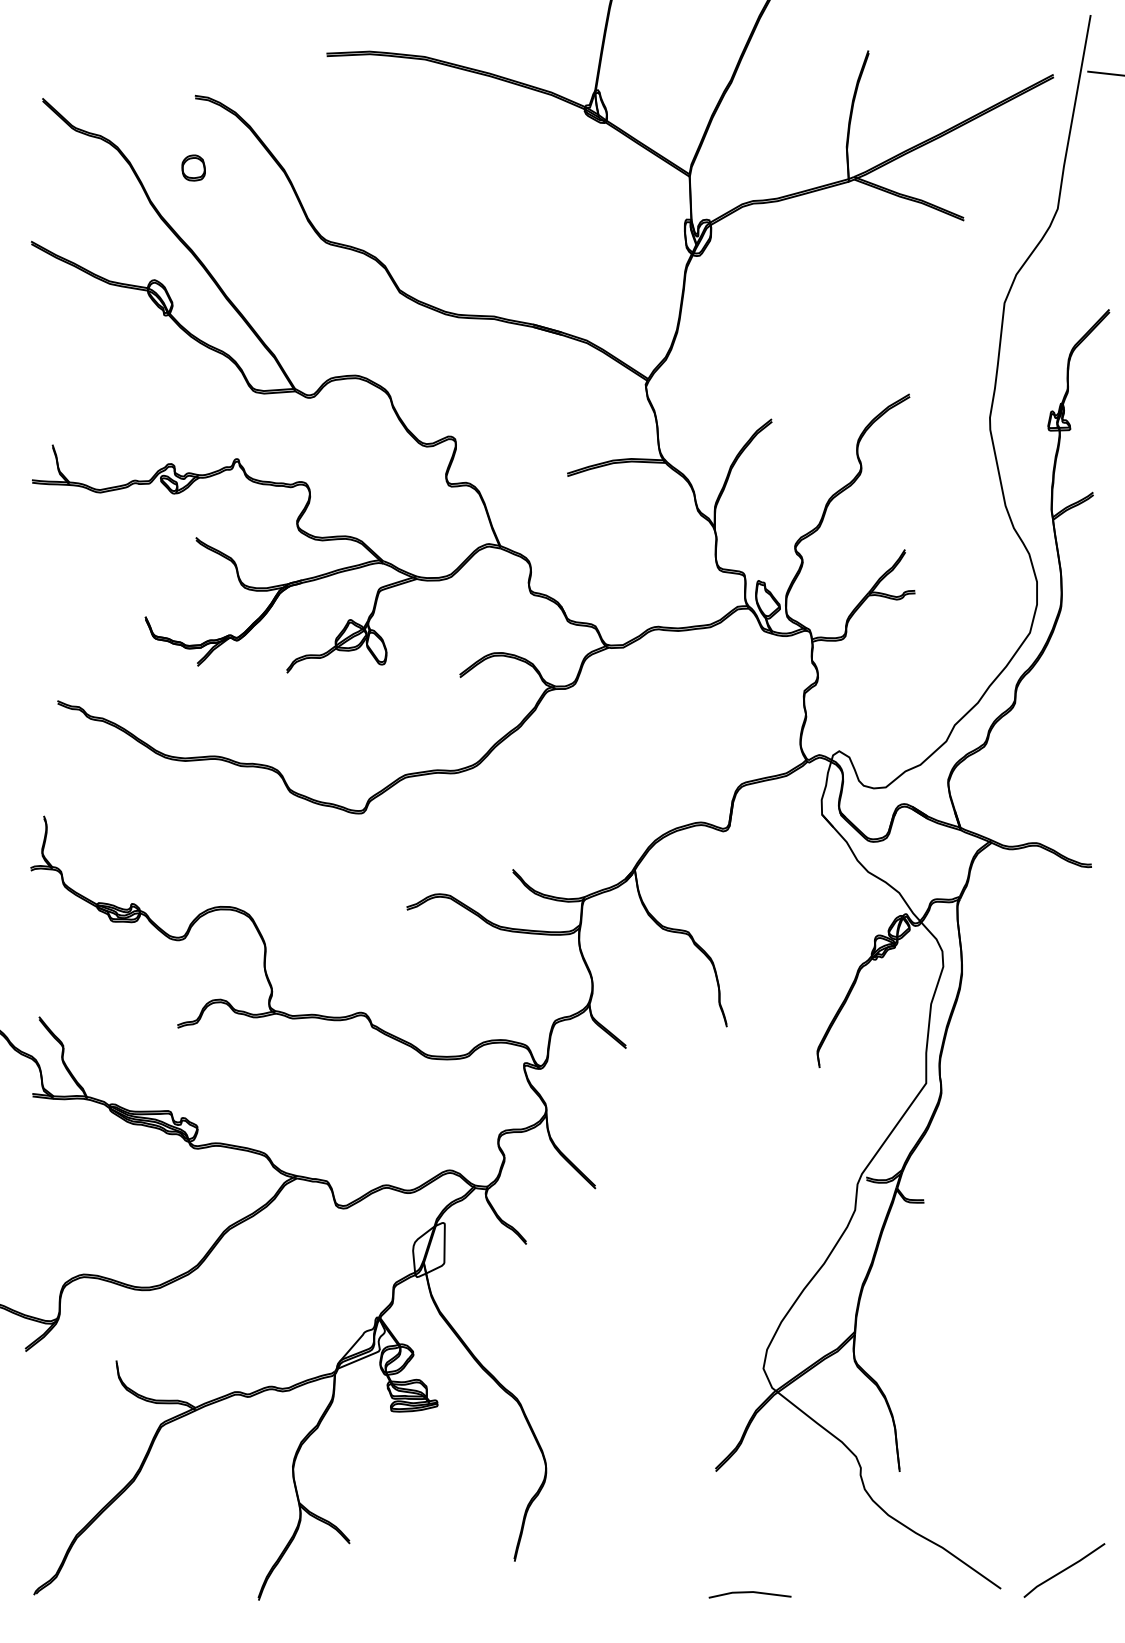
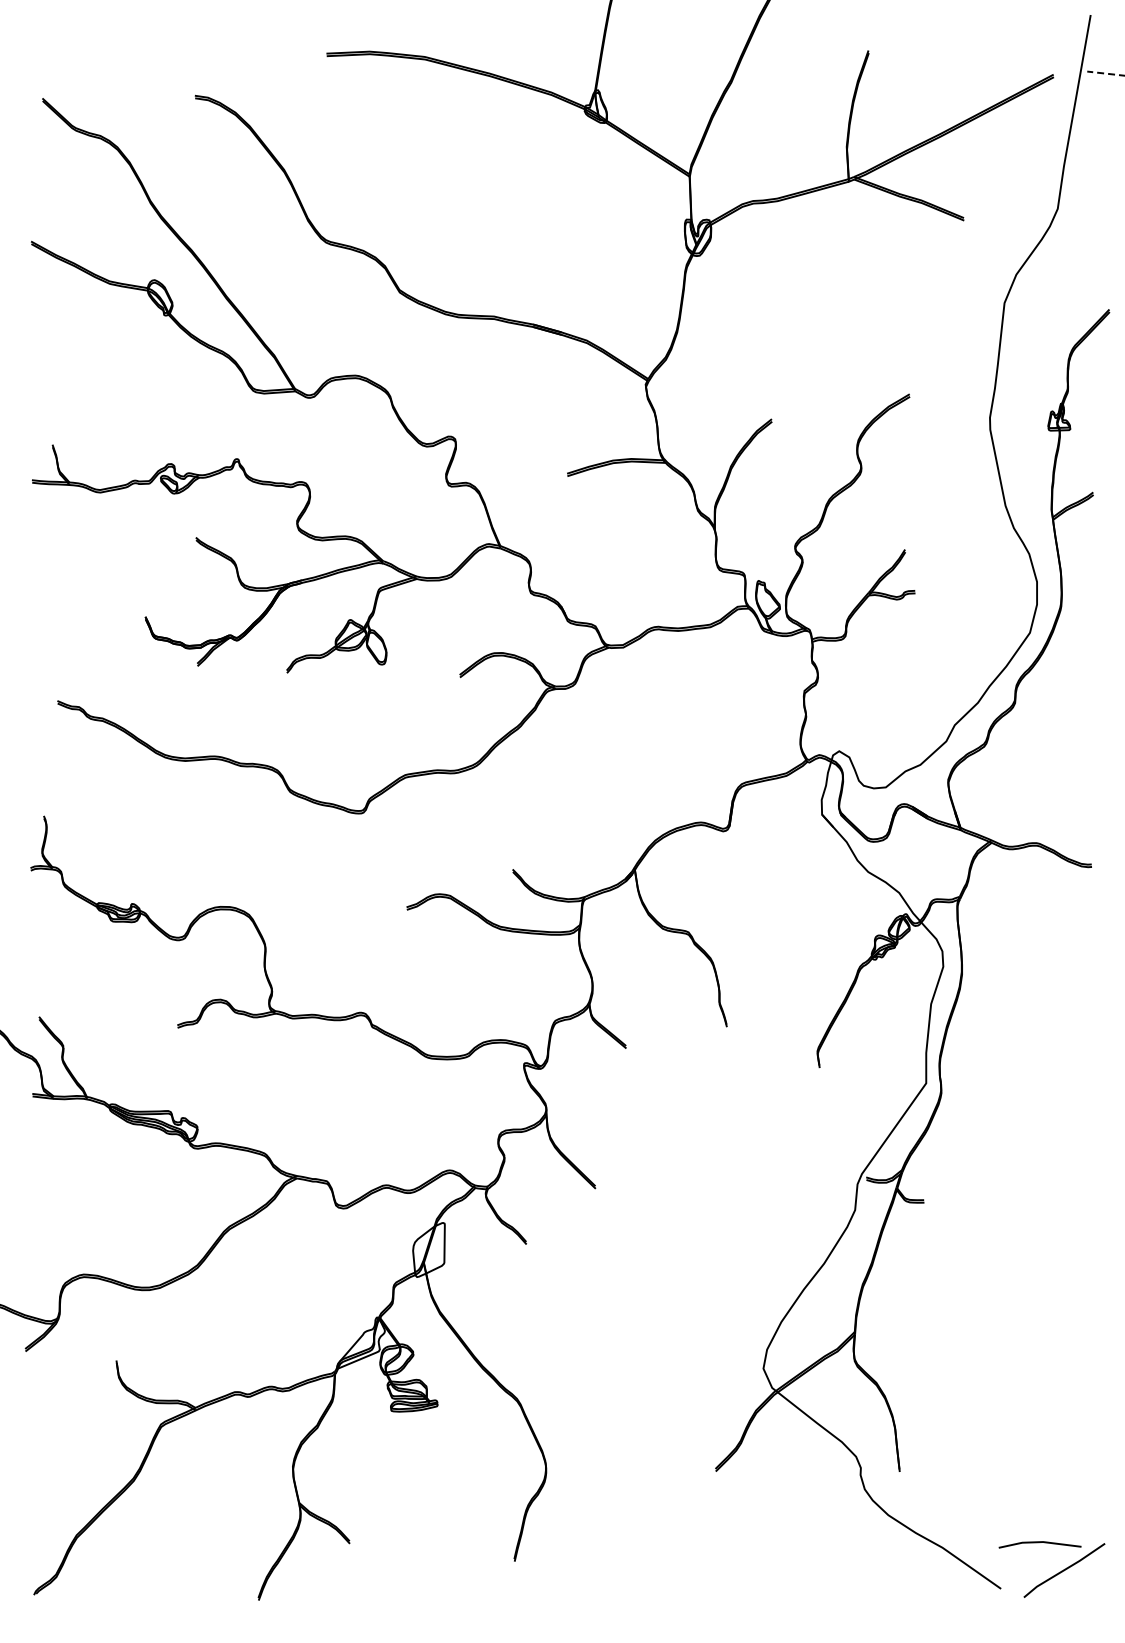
line at (1106, 73): solid -> dashed
part at (193, 167): present -> none
line at (749, 1593) position: (749, 1593) -> (1039, 1543)
